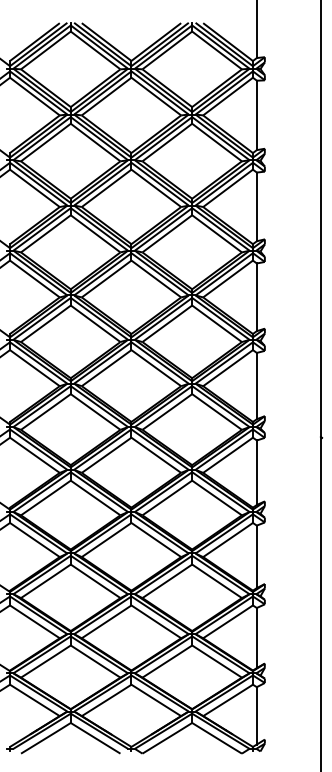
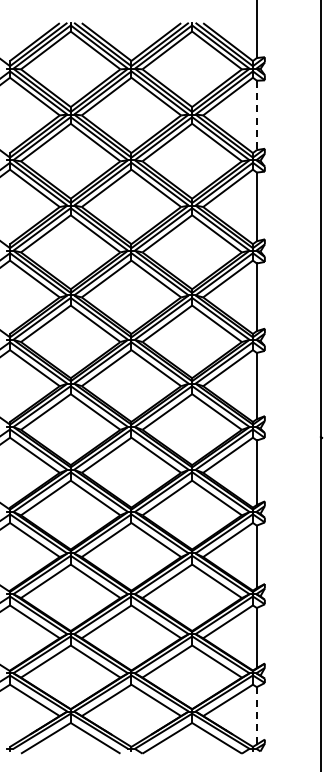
line at (256, 115): solid -> dashed
line at (256, 715): solid -> dashed
